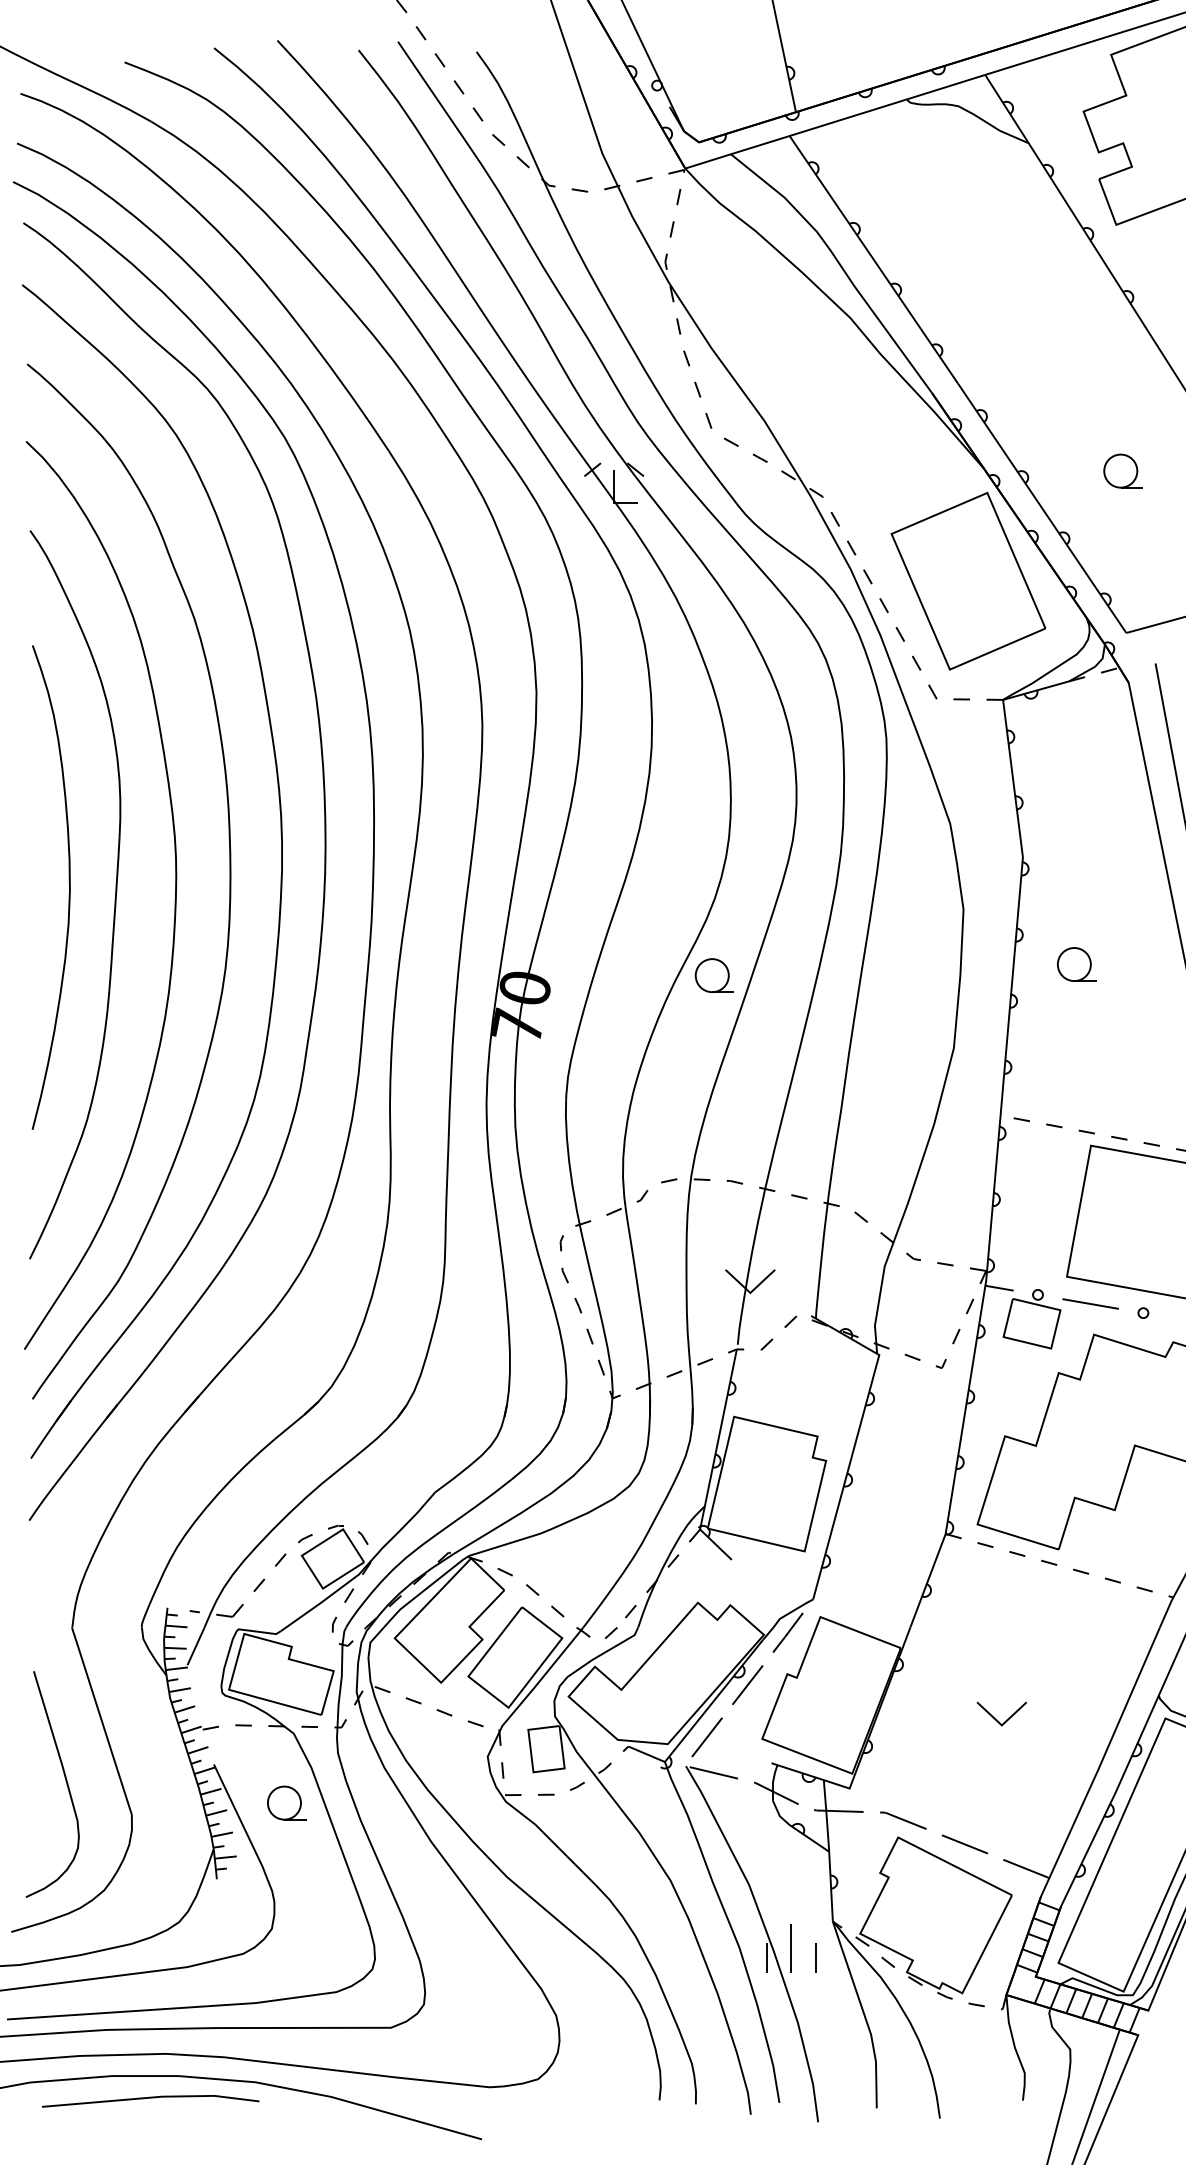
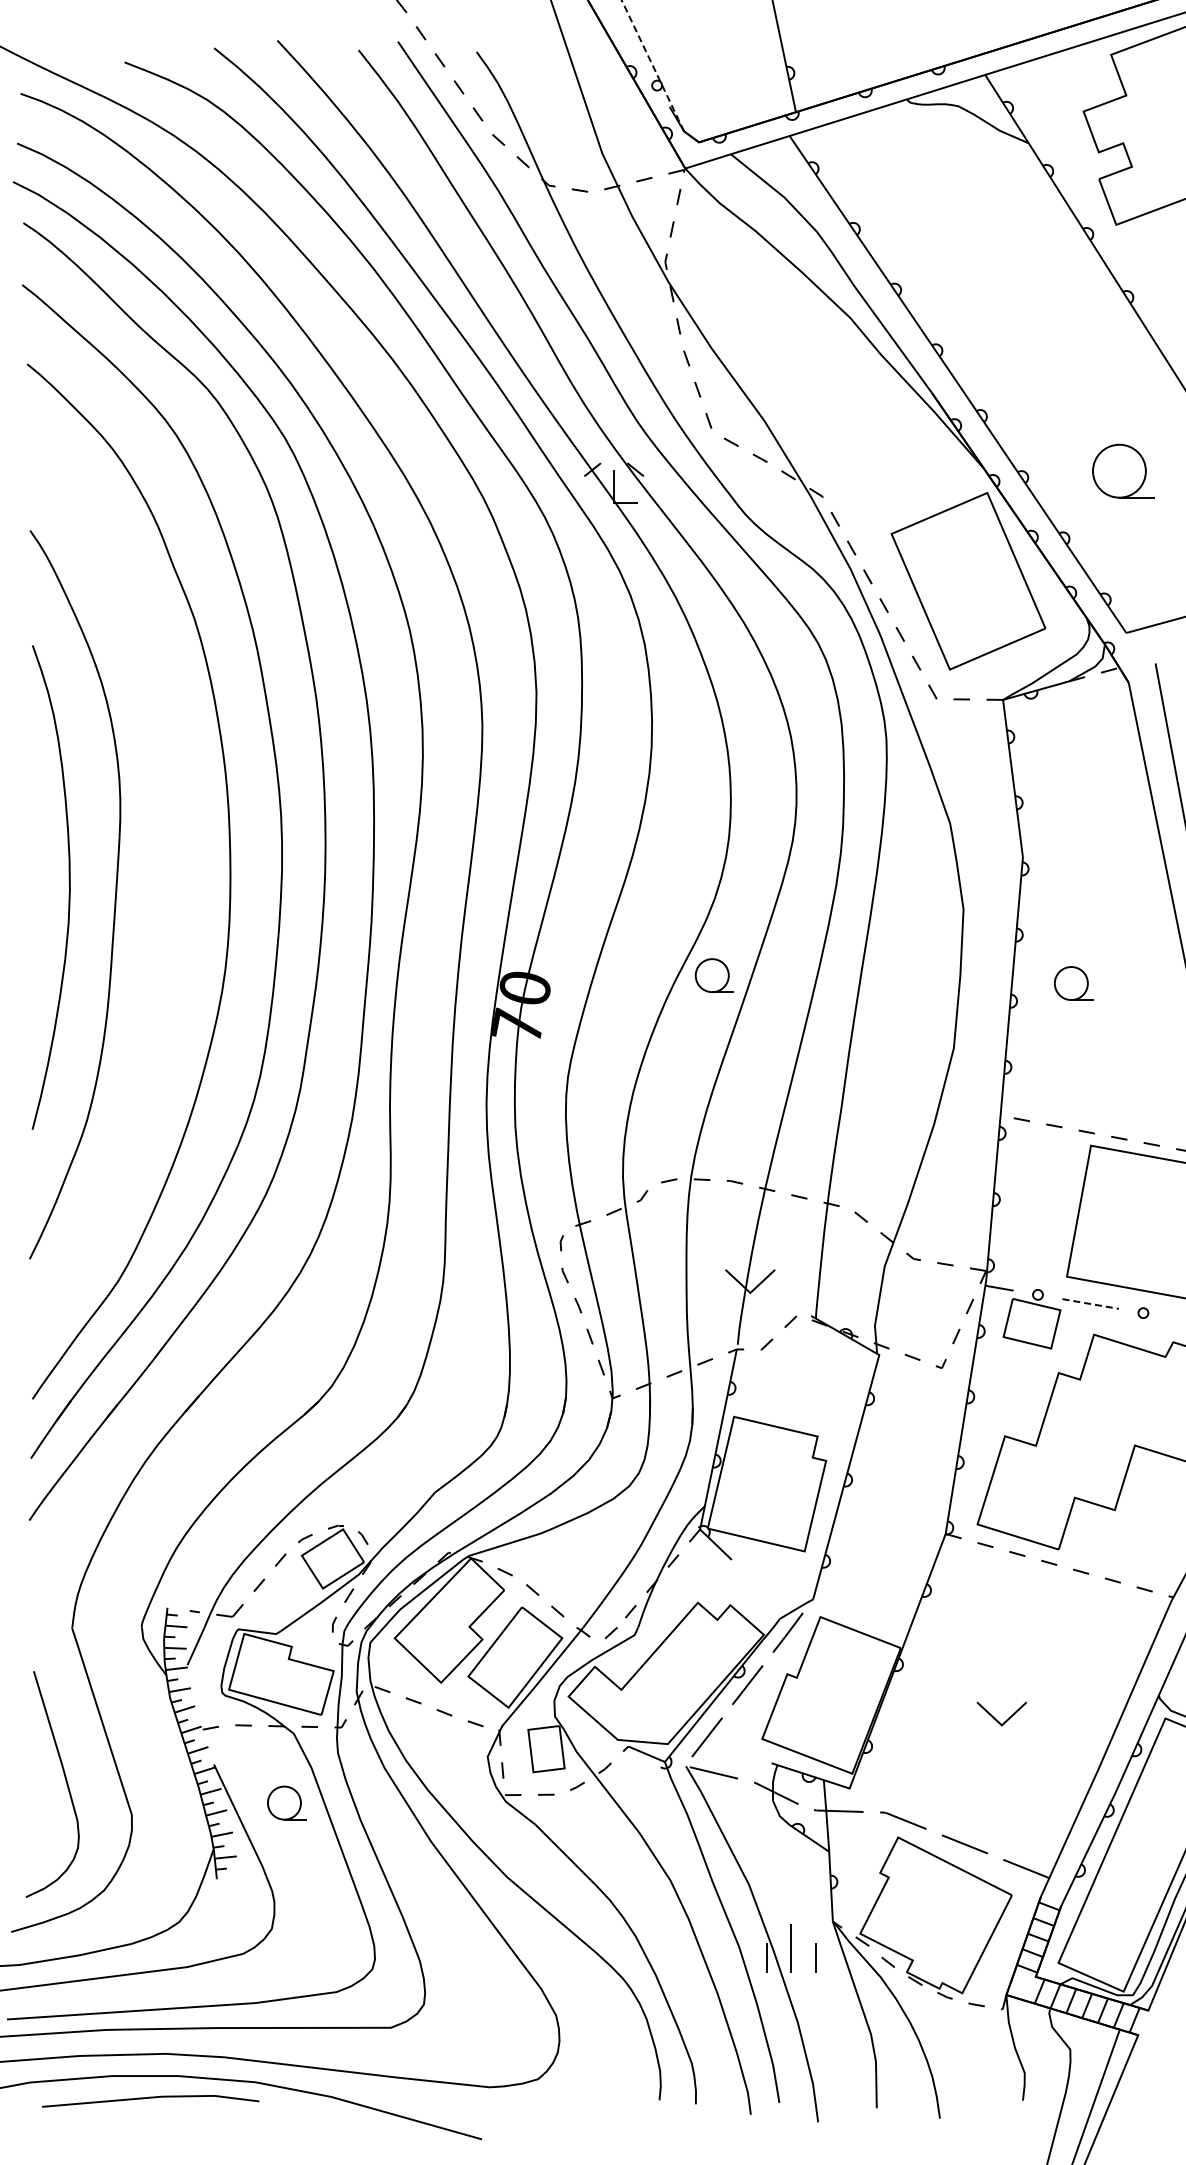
line at (653, 66): solid -> dashed
part at (1122, 470) size: 40x36 px -> 63x56 px
curve at (174, 900): present -> none
part at (1076, 964) position: (1076, 964) -> (1073, 983)
line at (1090, 1304): solid -> dashed
